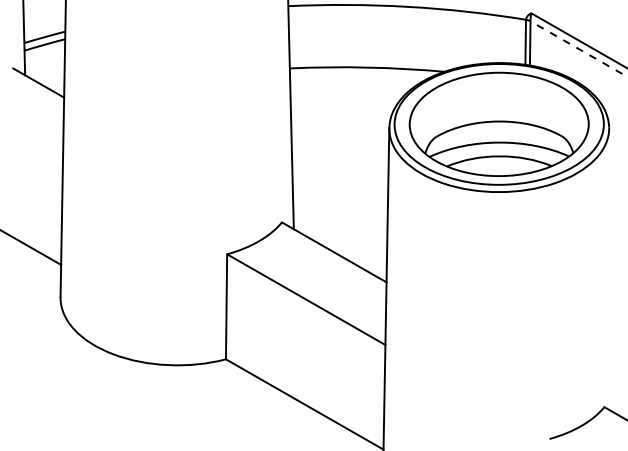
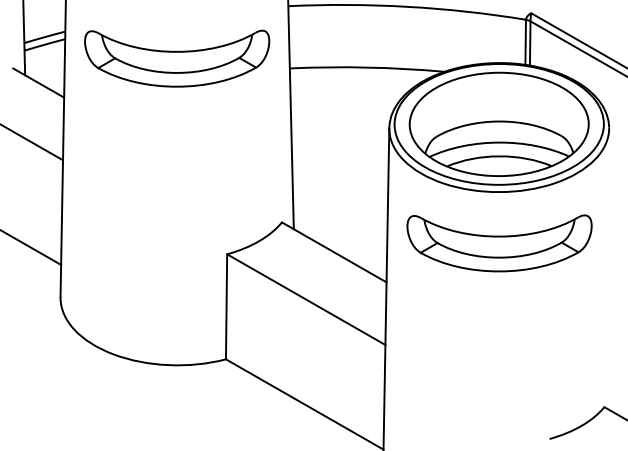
line at (579, 49): dashed -> solid
part at (177, 58): none -> present
line at (32, 142): none -> present
part at (499, 243): none -> present
